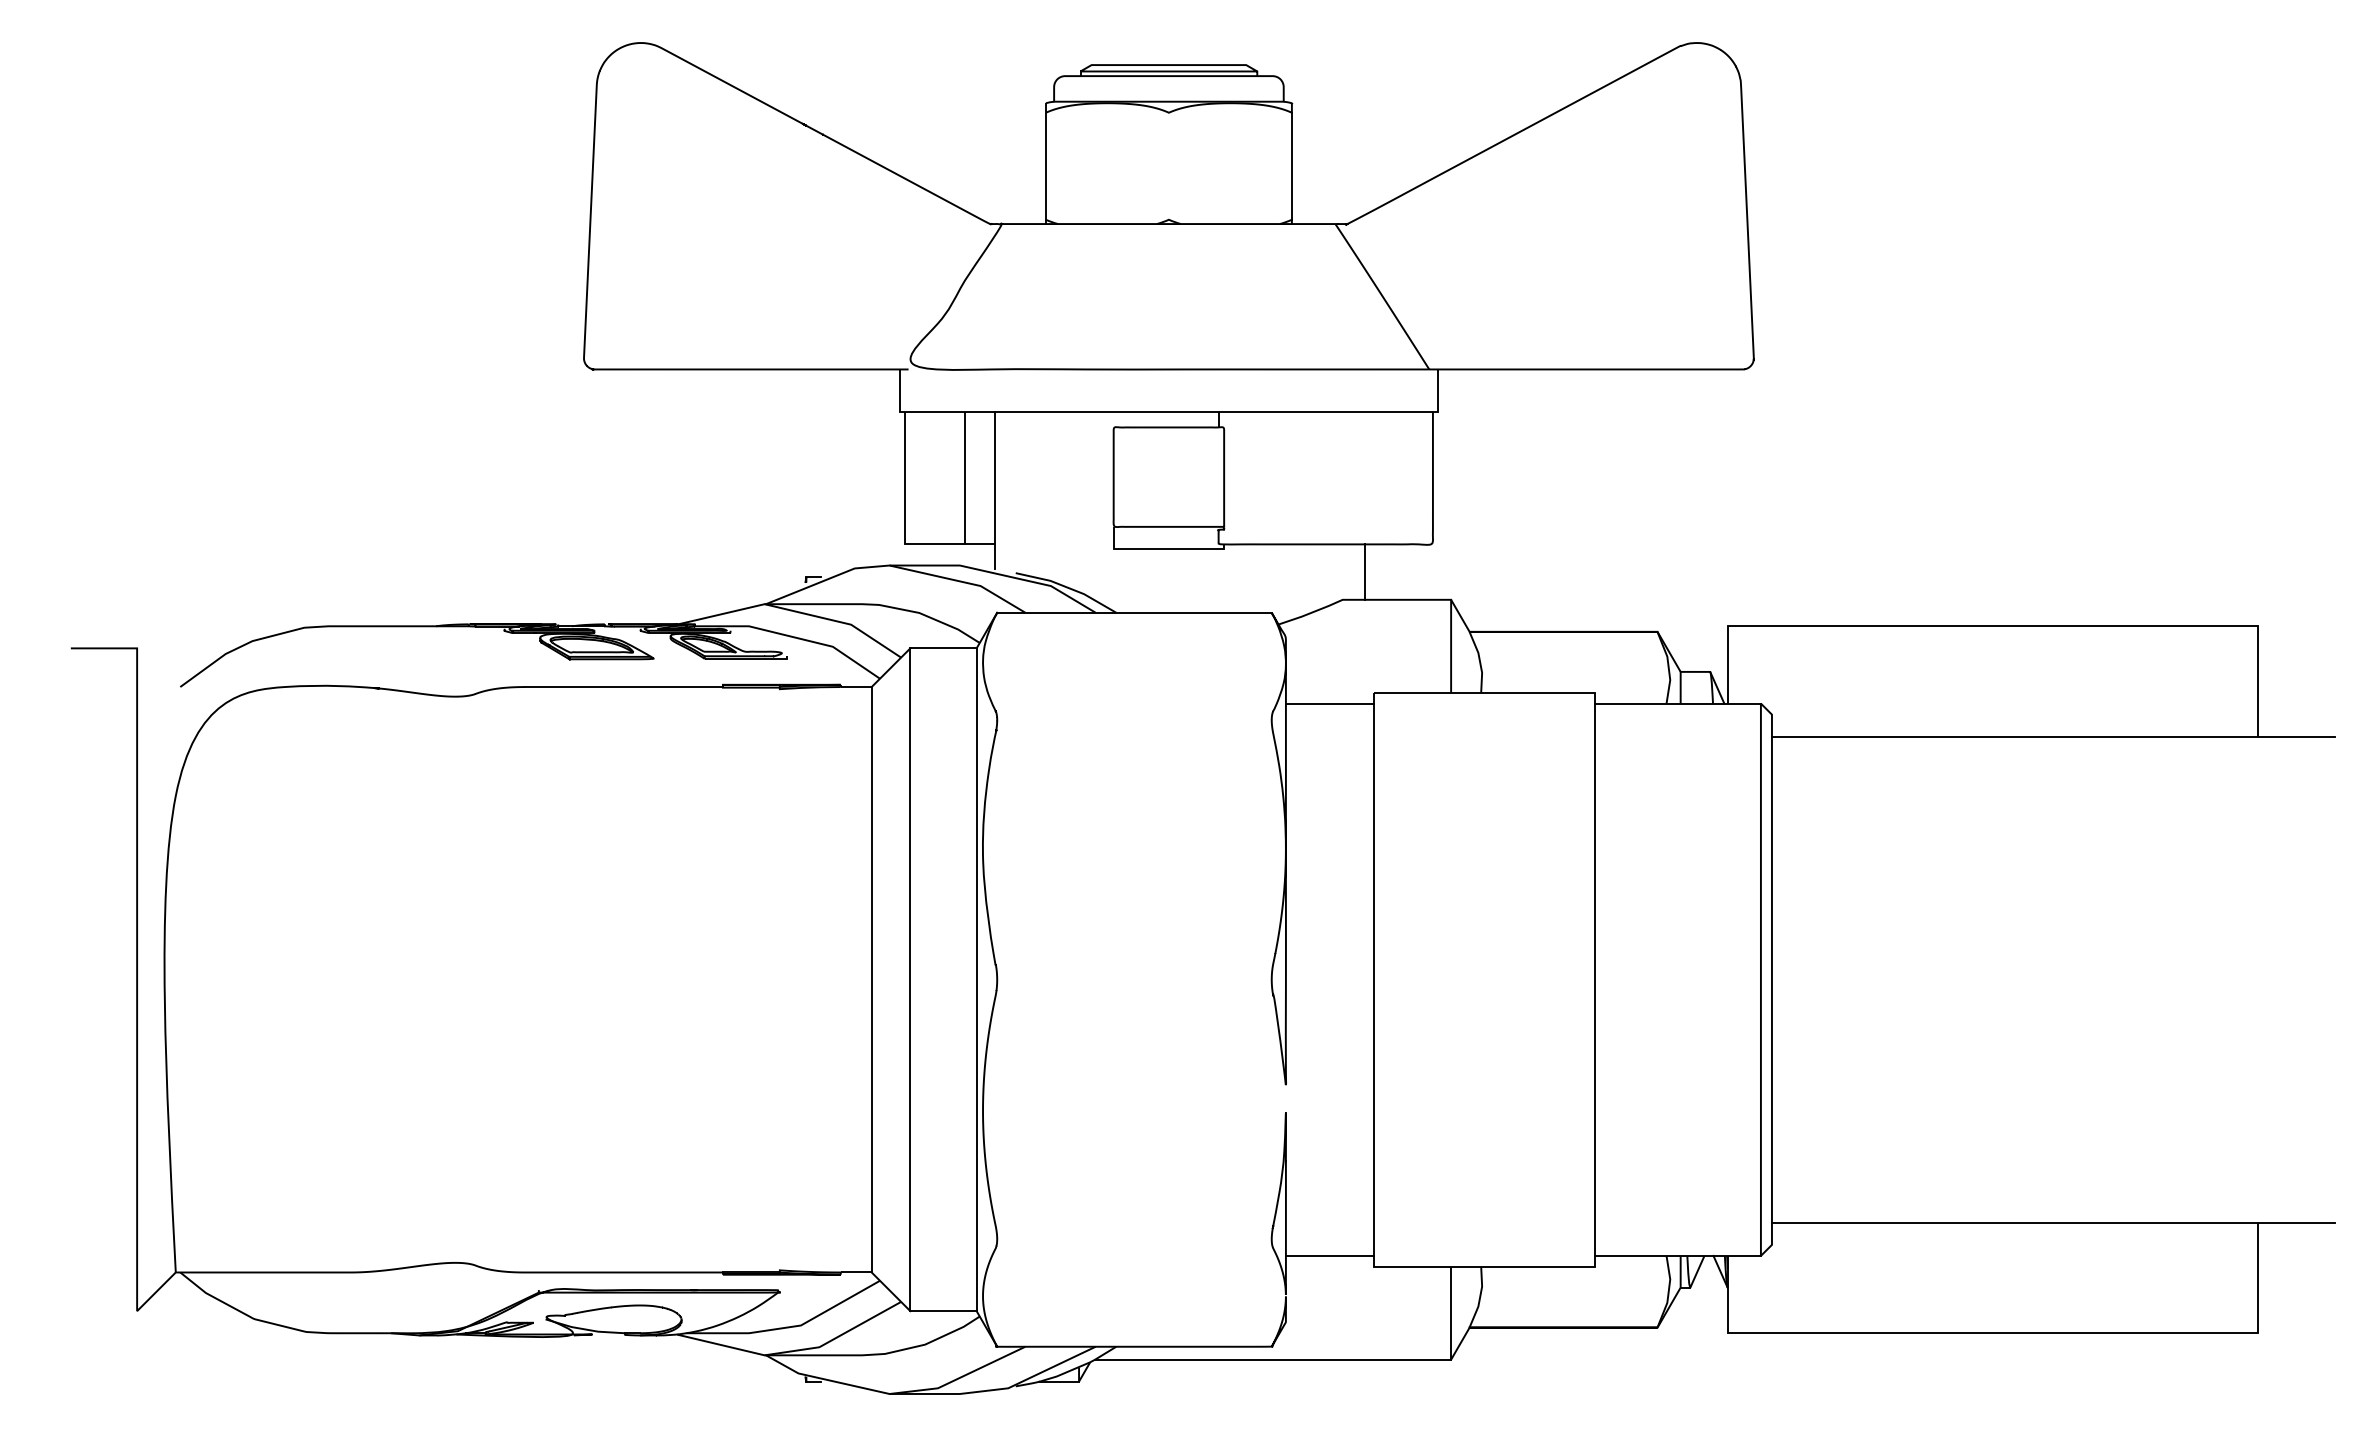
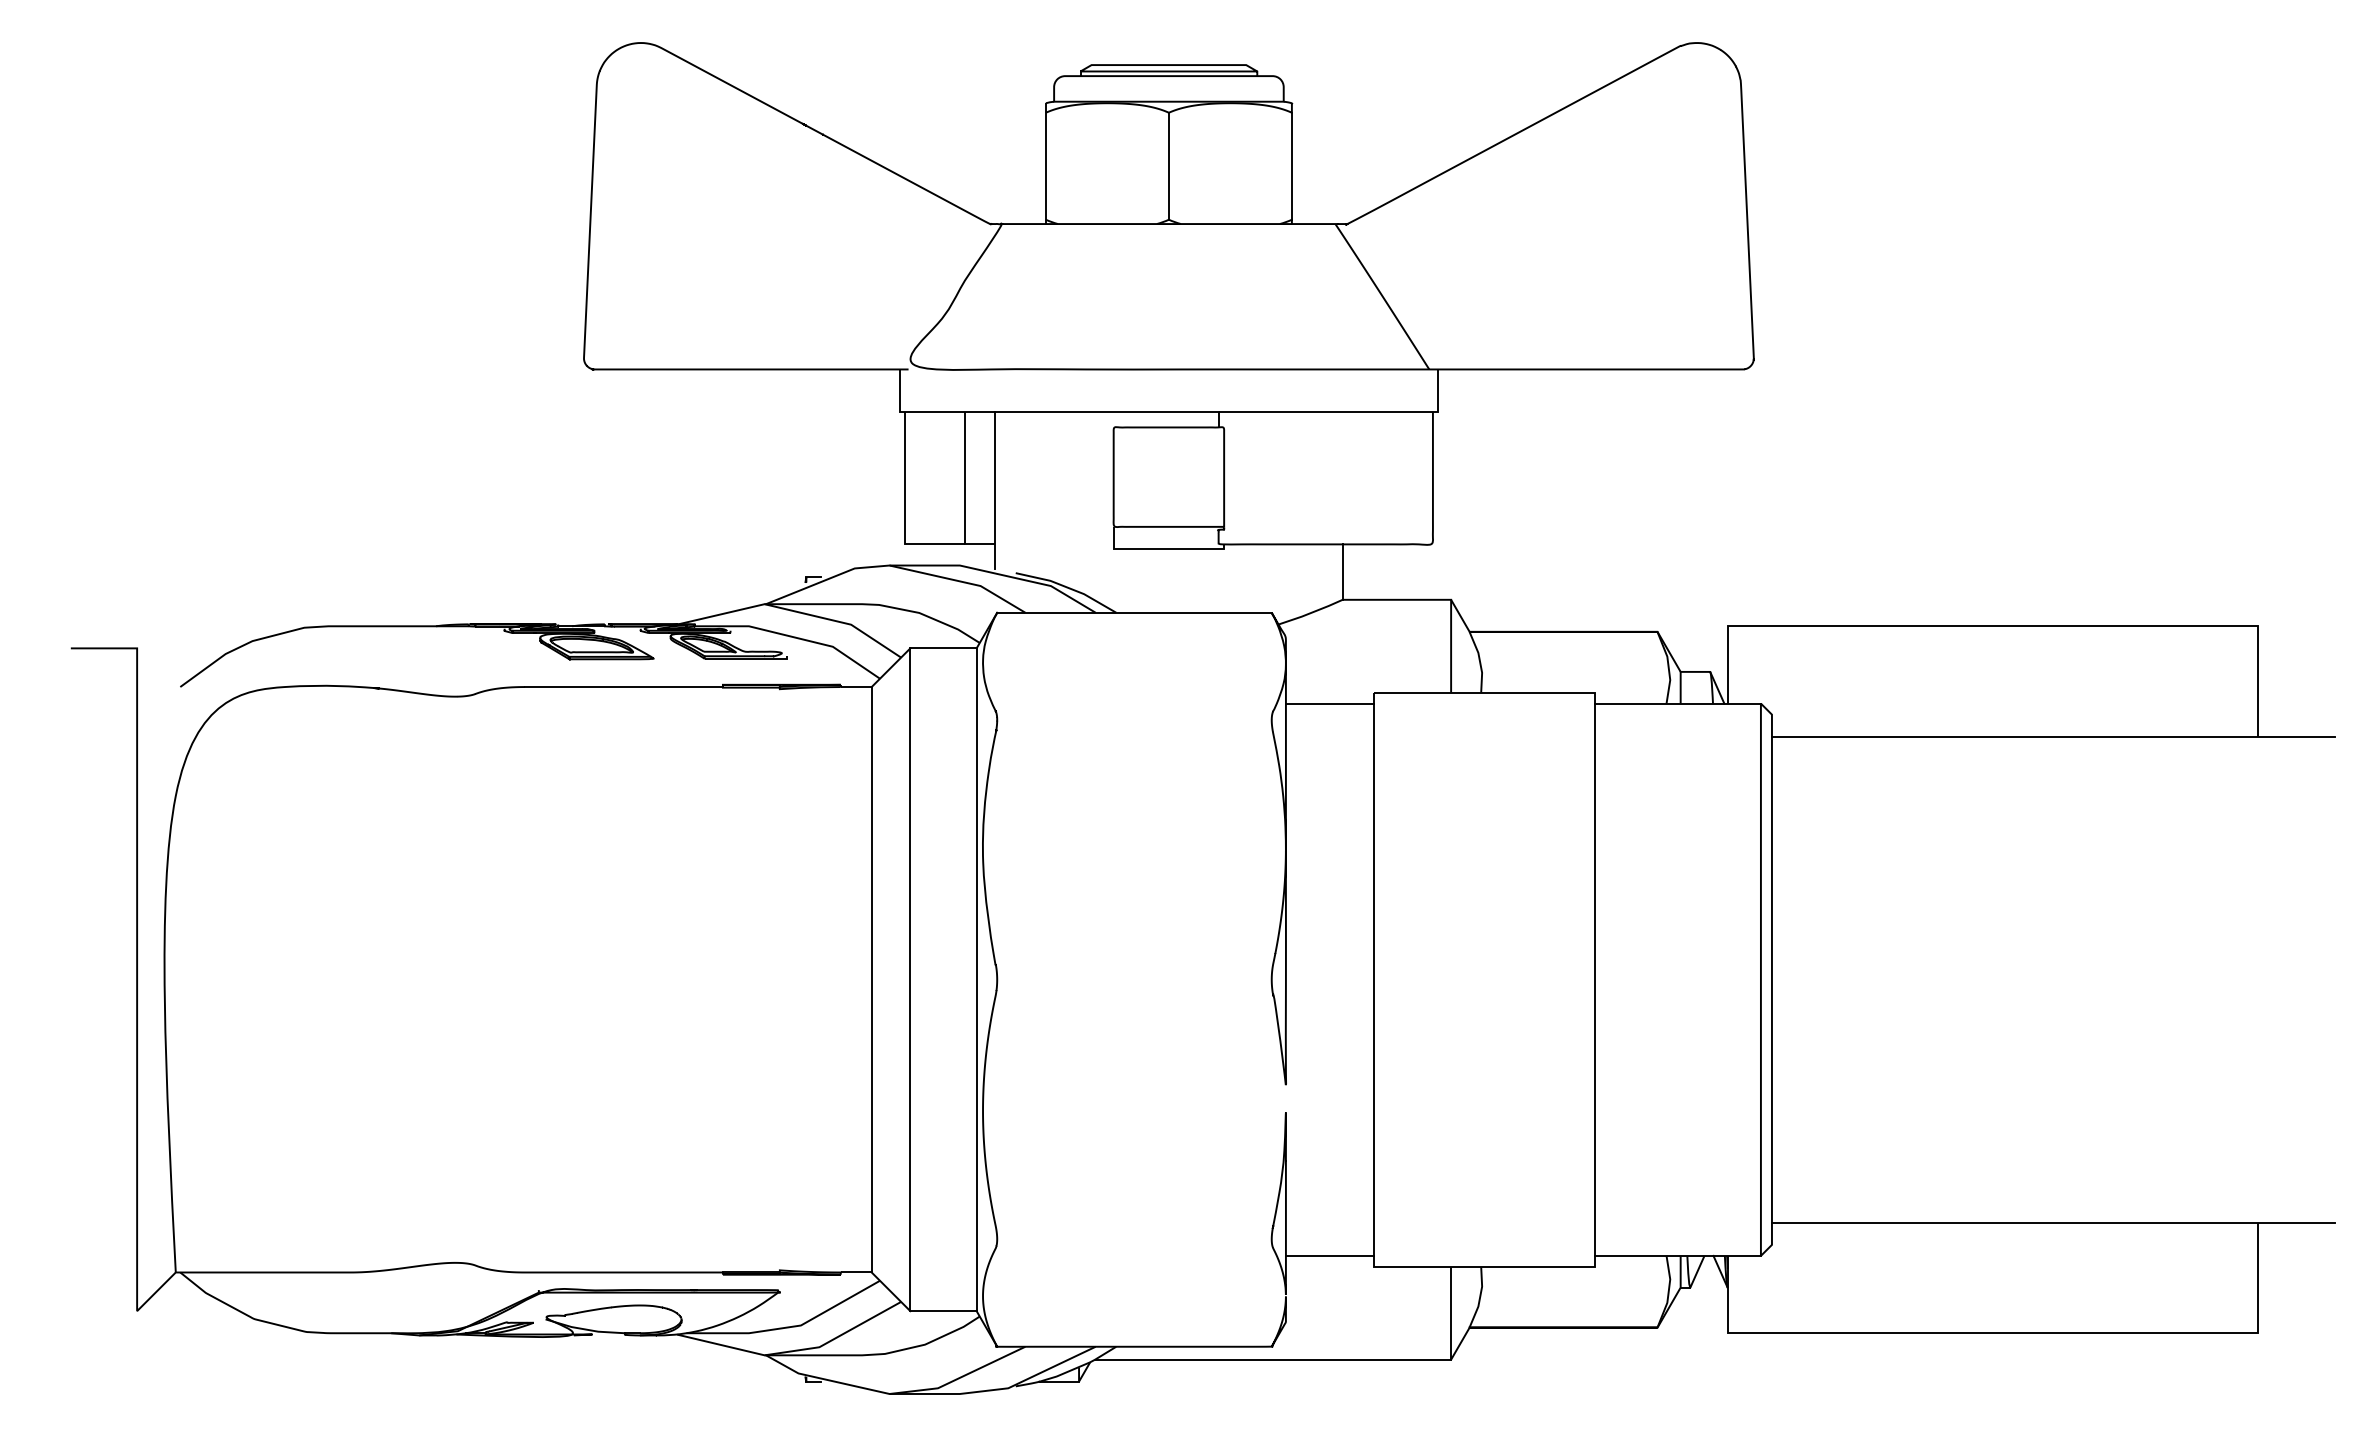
line at (1168, 165): none -> present
line at (1364, 571) position: (1364, 571) -> (1342, 571)
